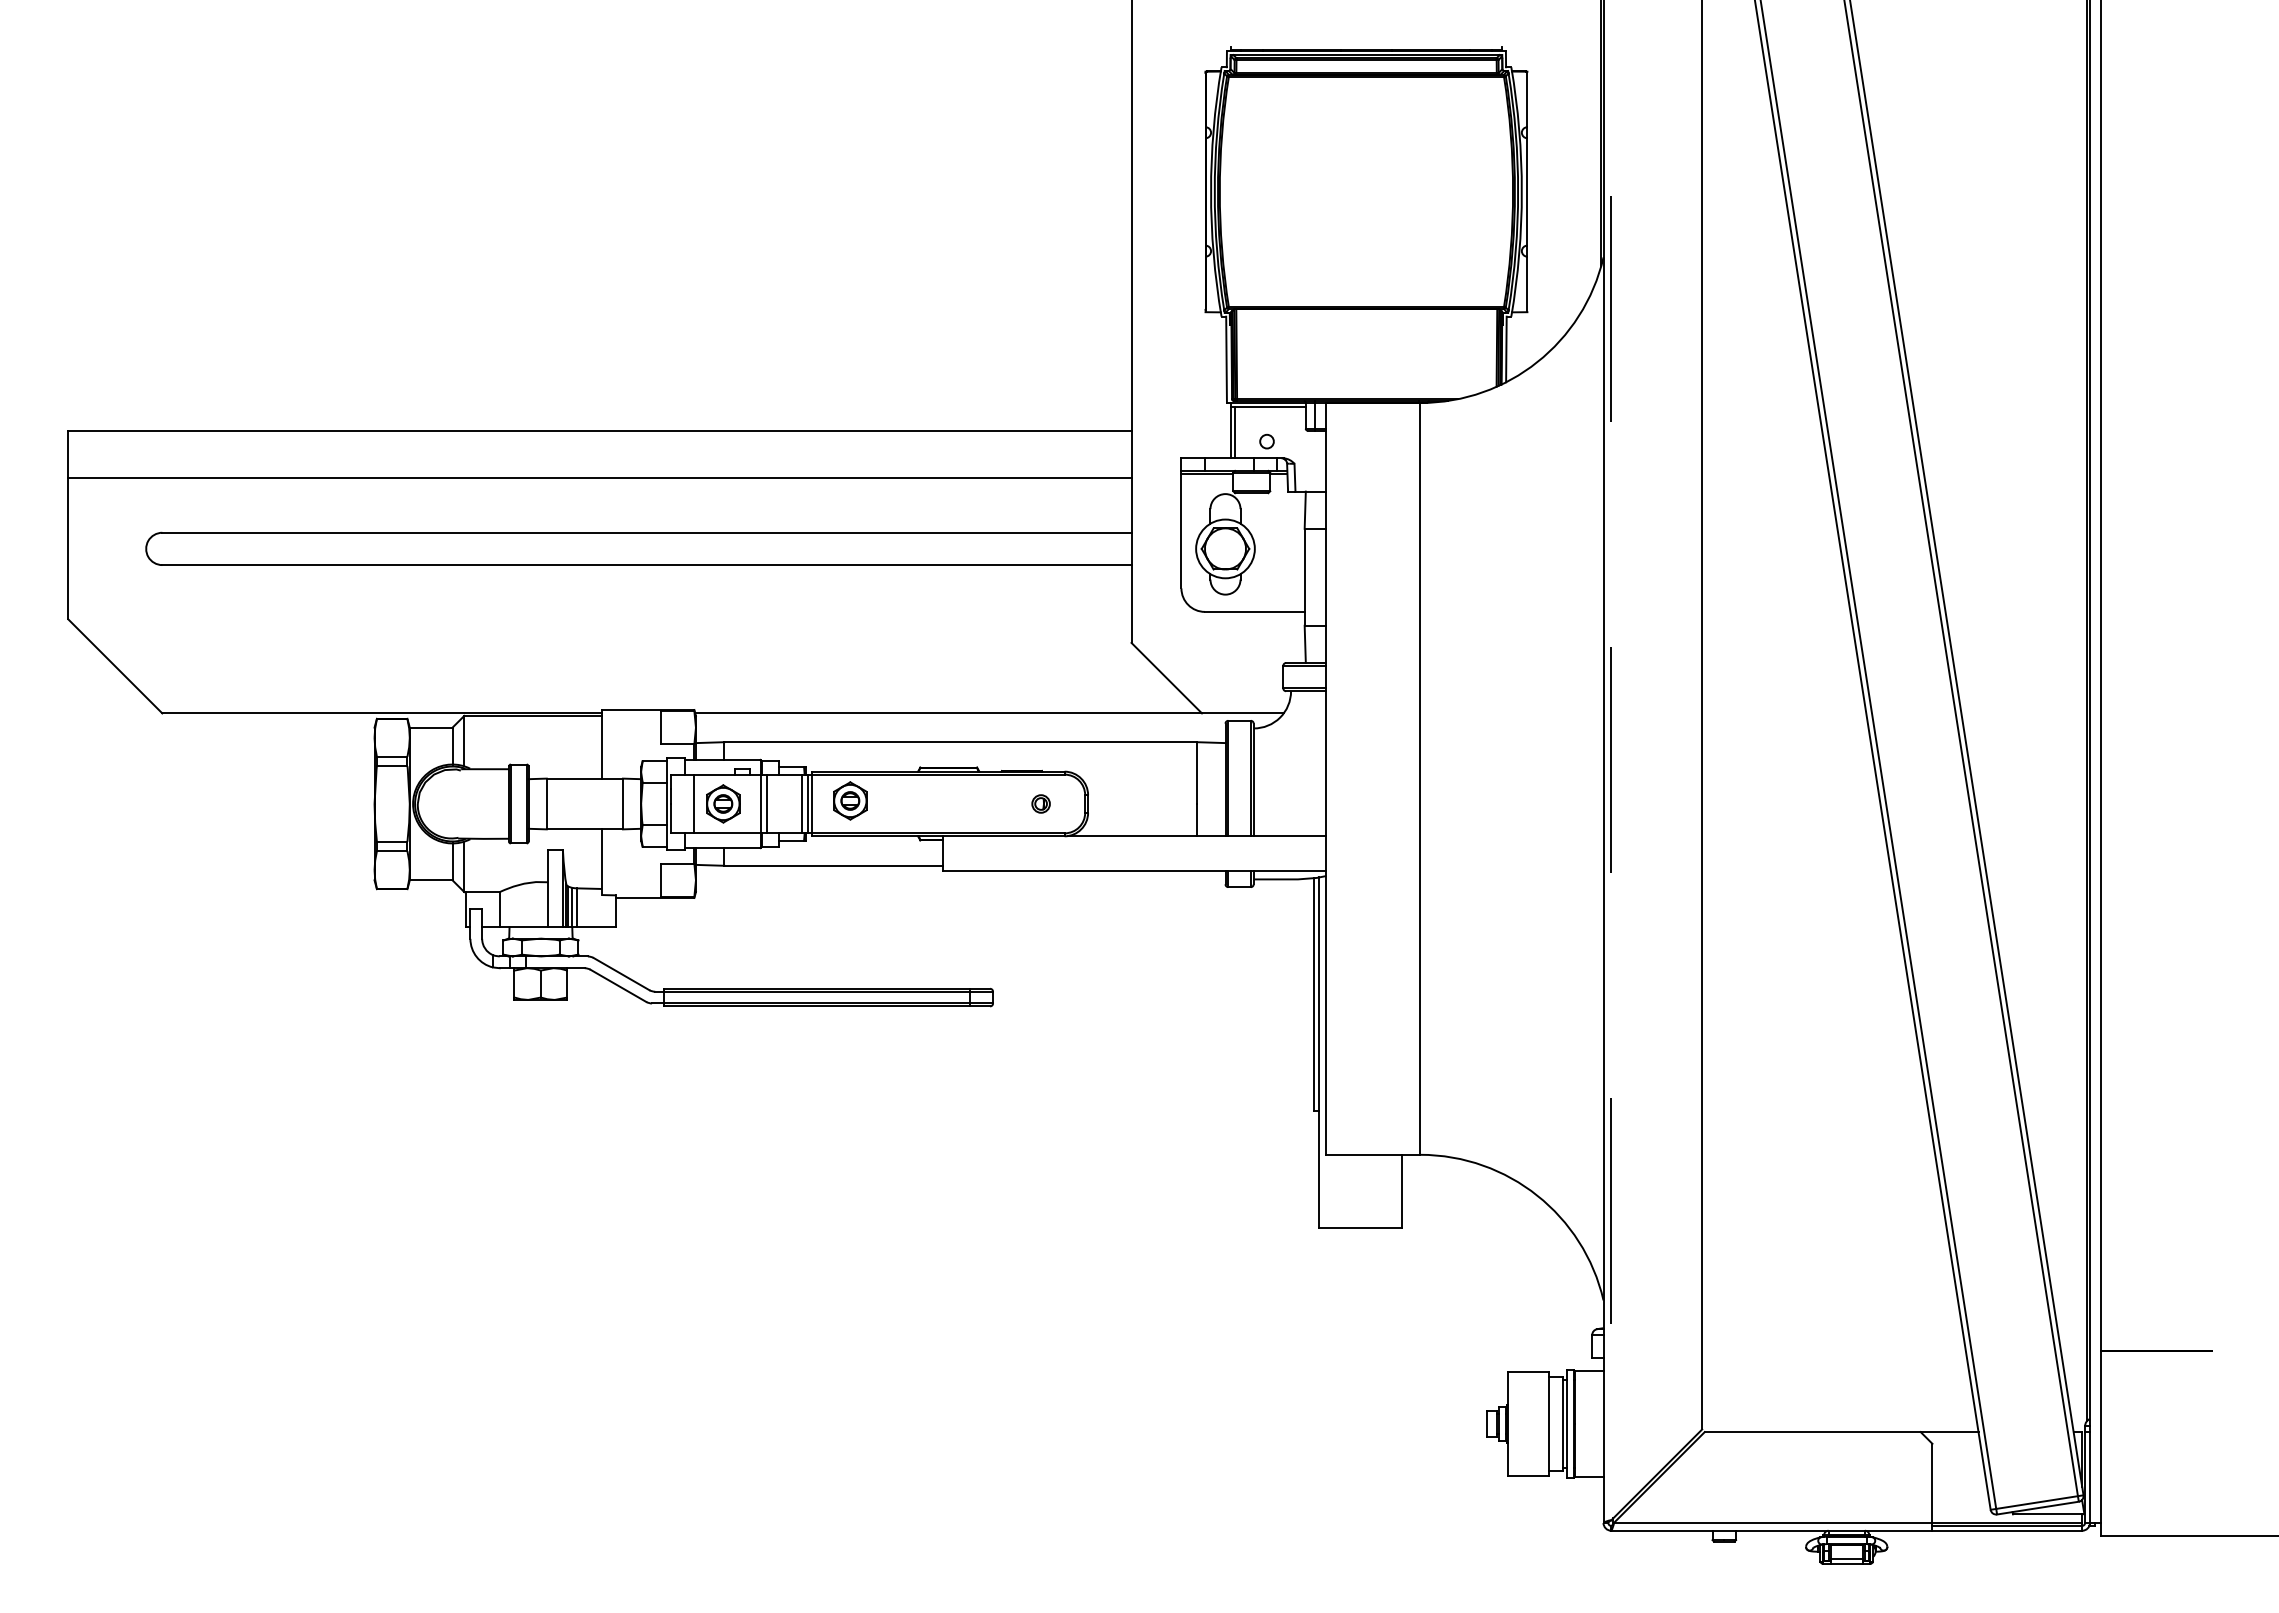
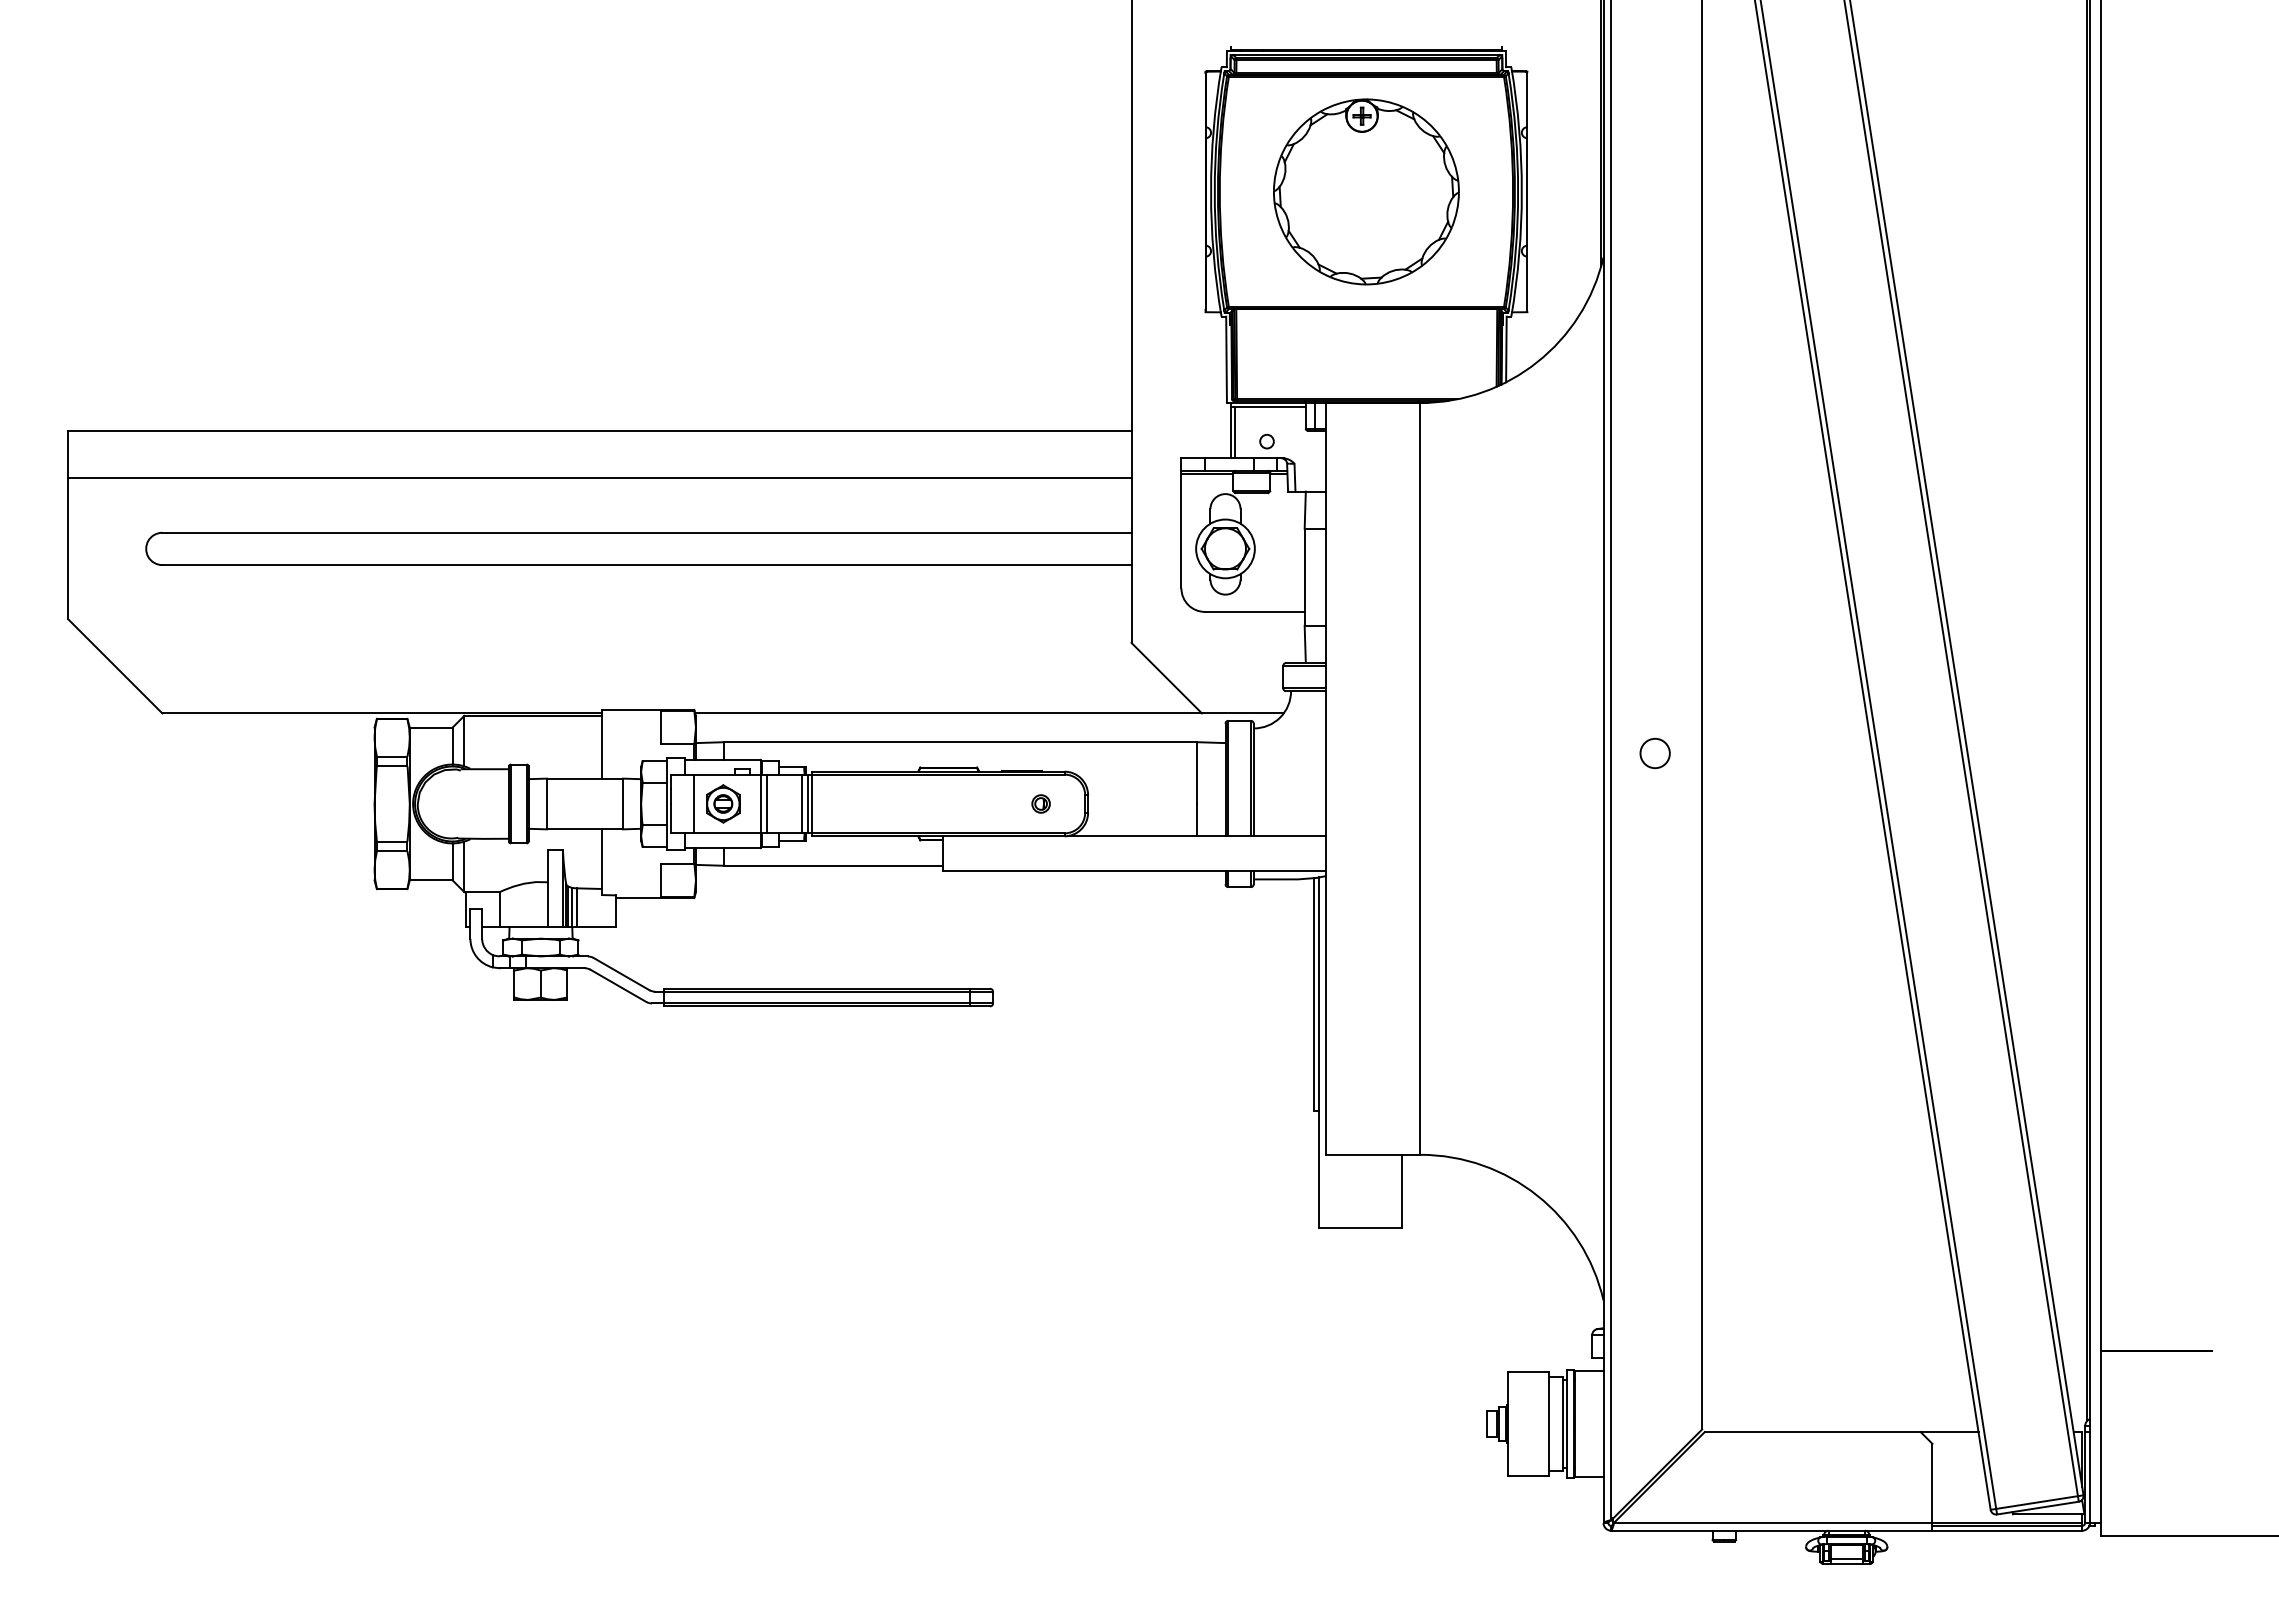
part at (1366, 191): none -> present
circle at (1654, 753): none -> present
line at (1611, 760): dashed -> solid
part at (850, 800): present -> none
